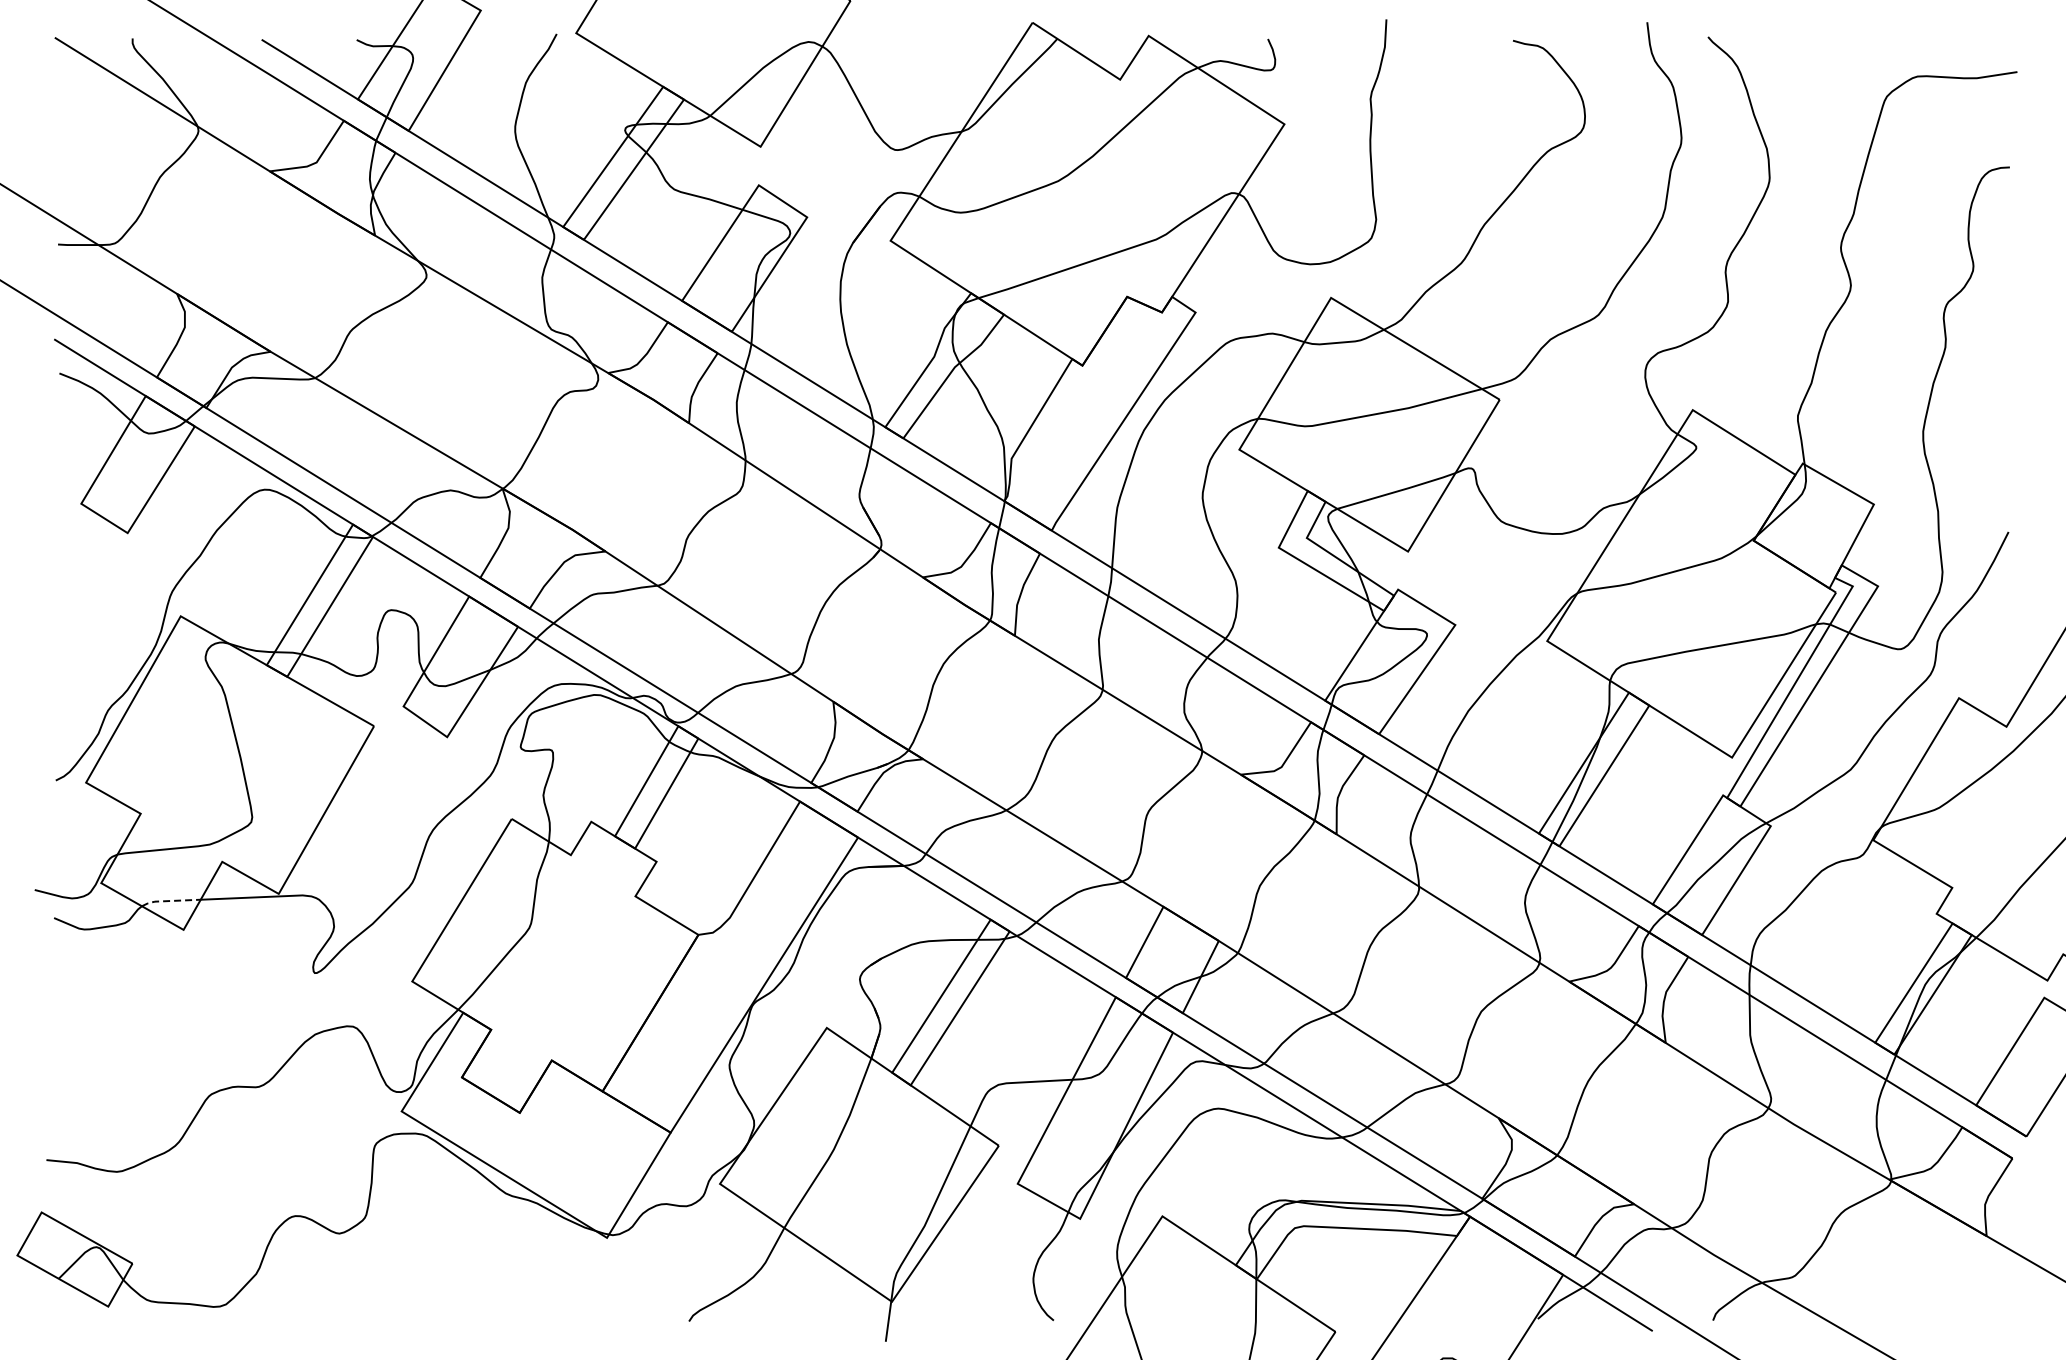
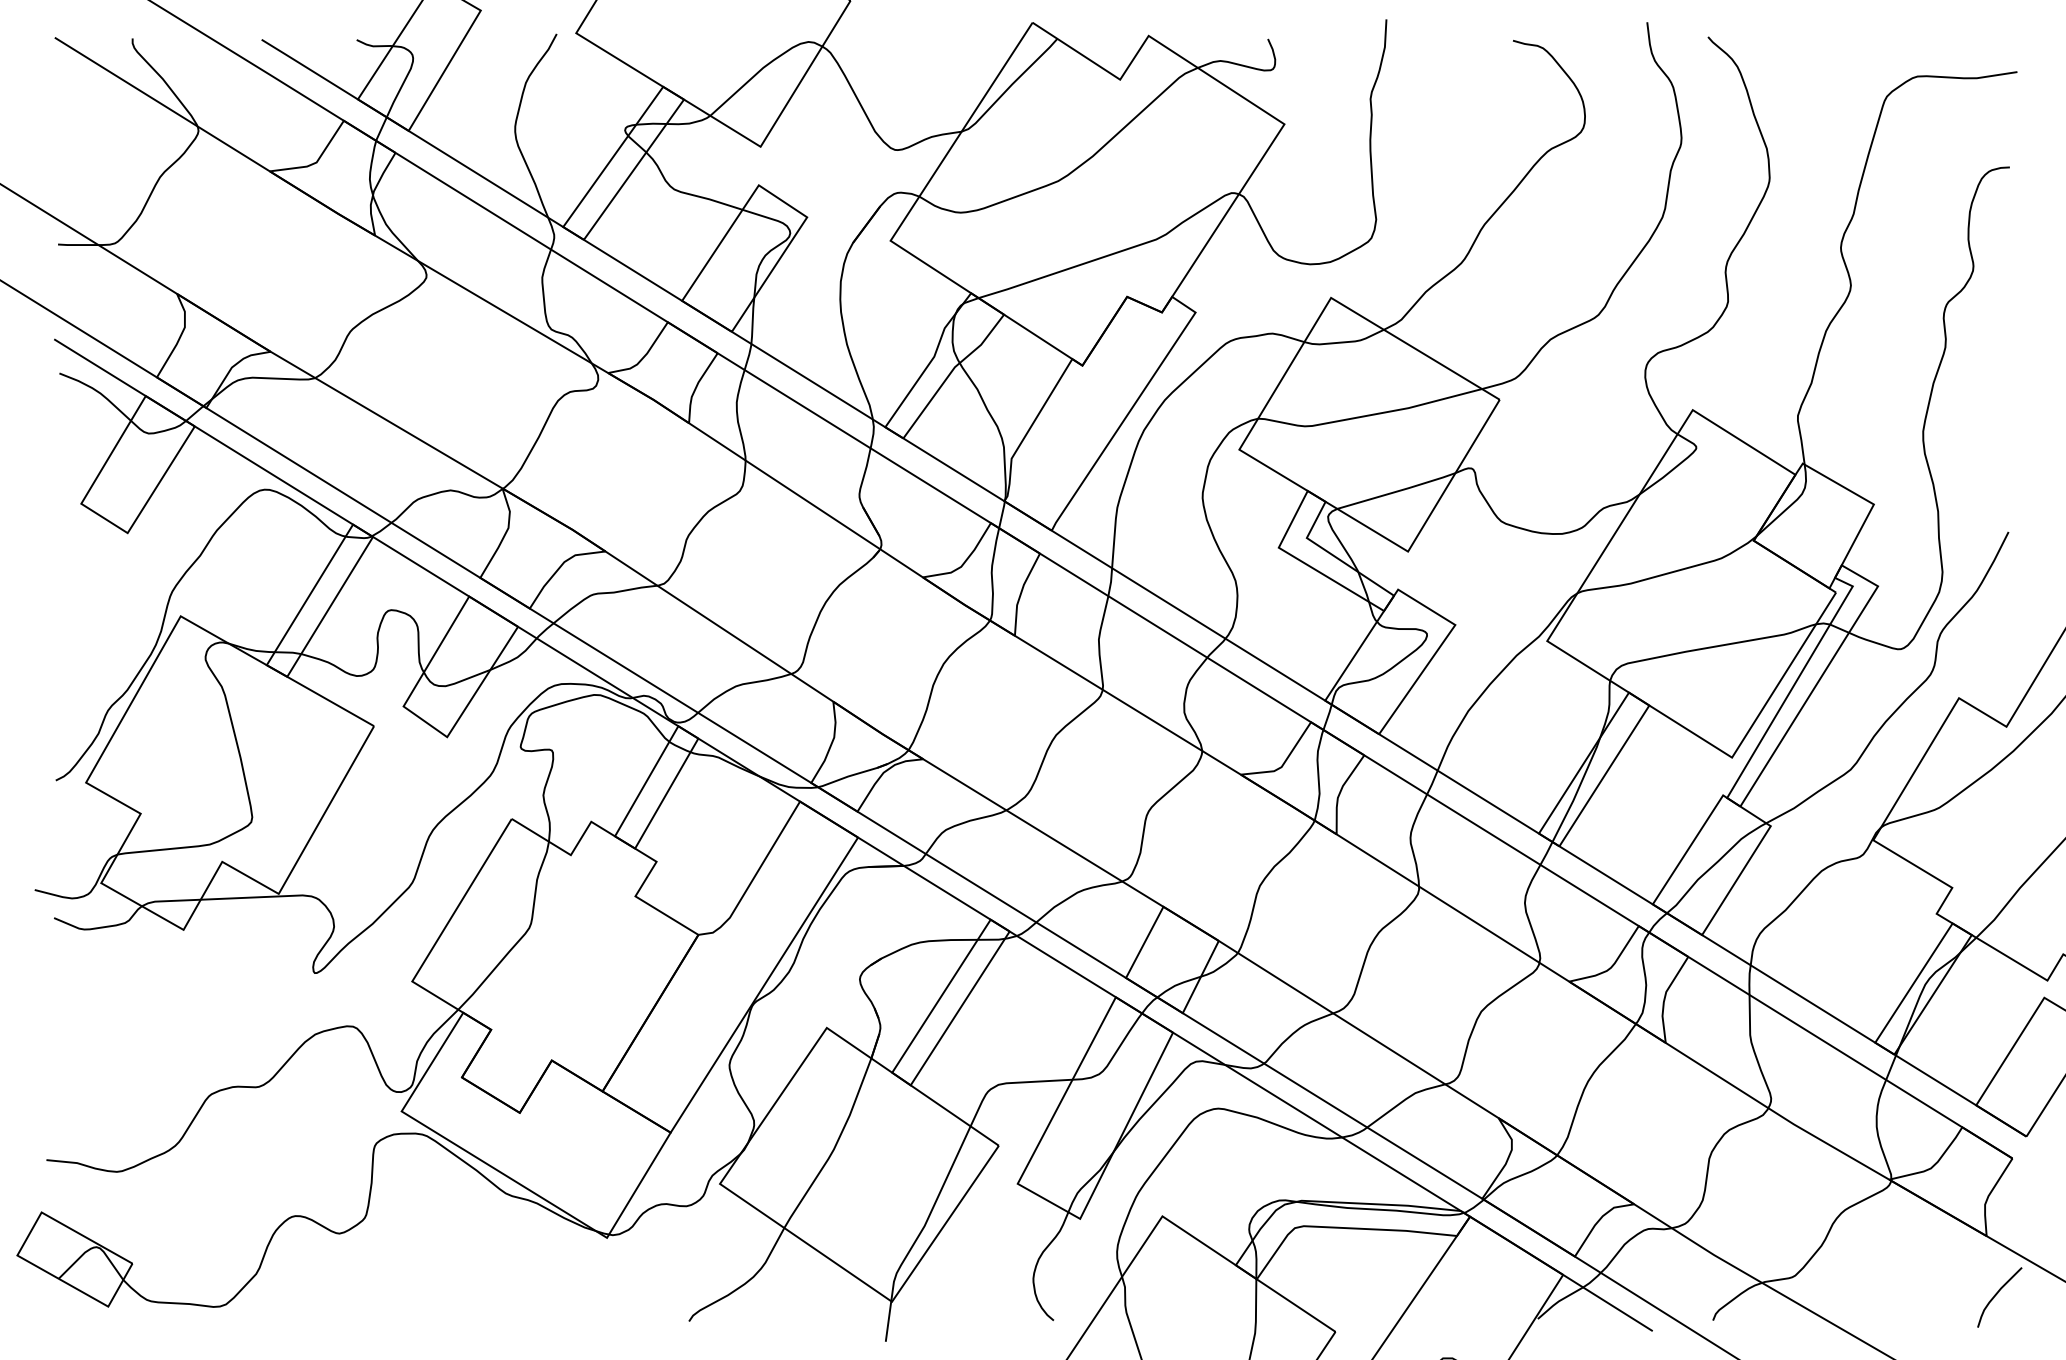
line at (169, 901): dashed -> solid
curve at (1997, 1294): none -> present
